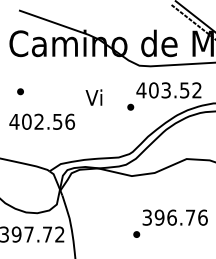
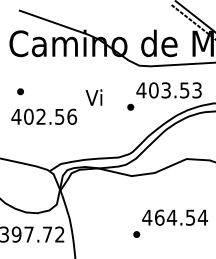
text at (196, 90): 403.52 -> 403.53
text at (41, 121) position: (41, 121) -> (43, 116)
text at (174, 217): 396.76 -> 464.54
